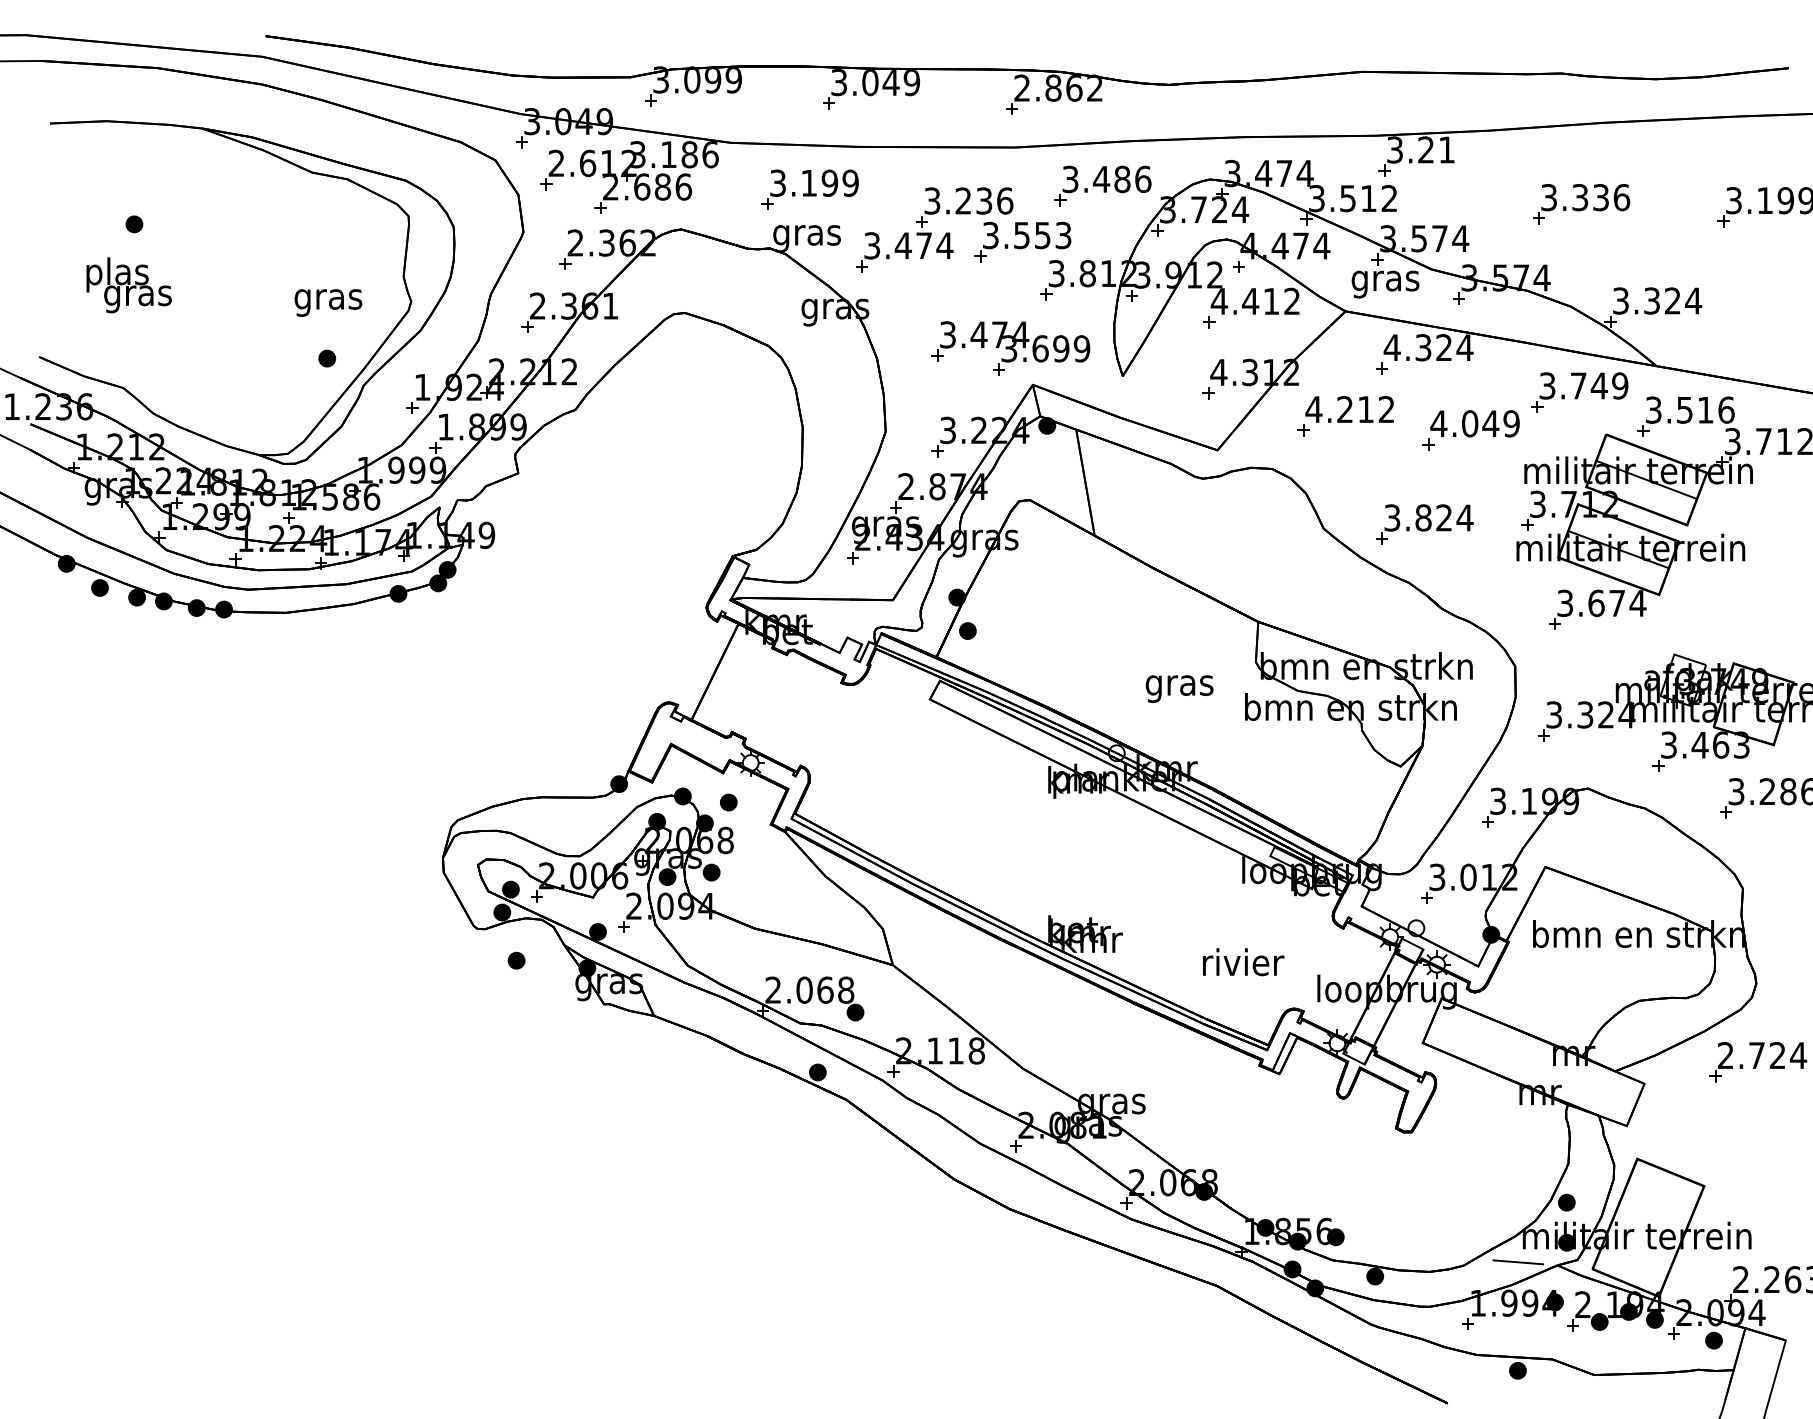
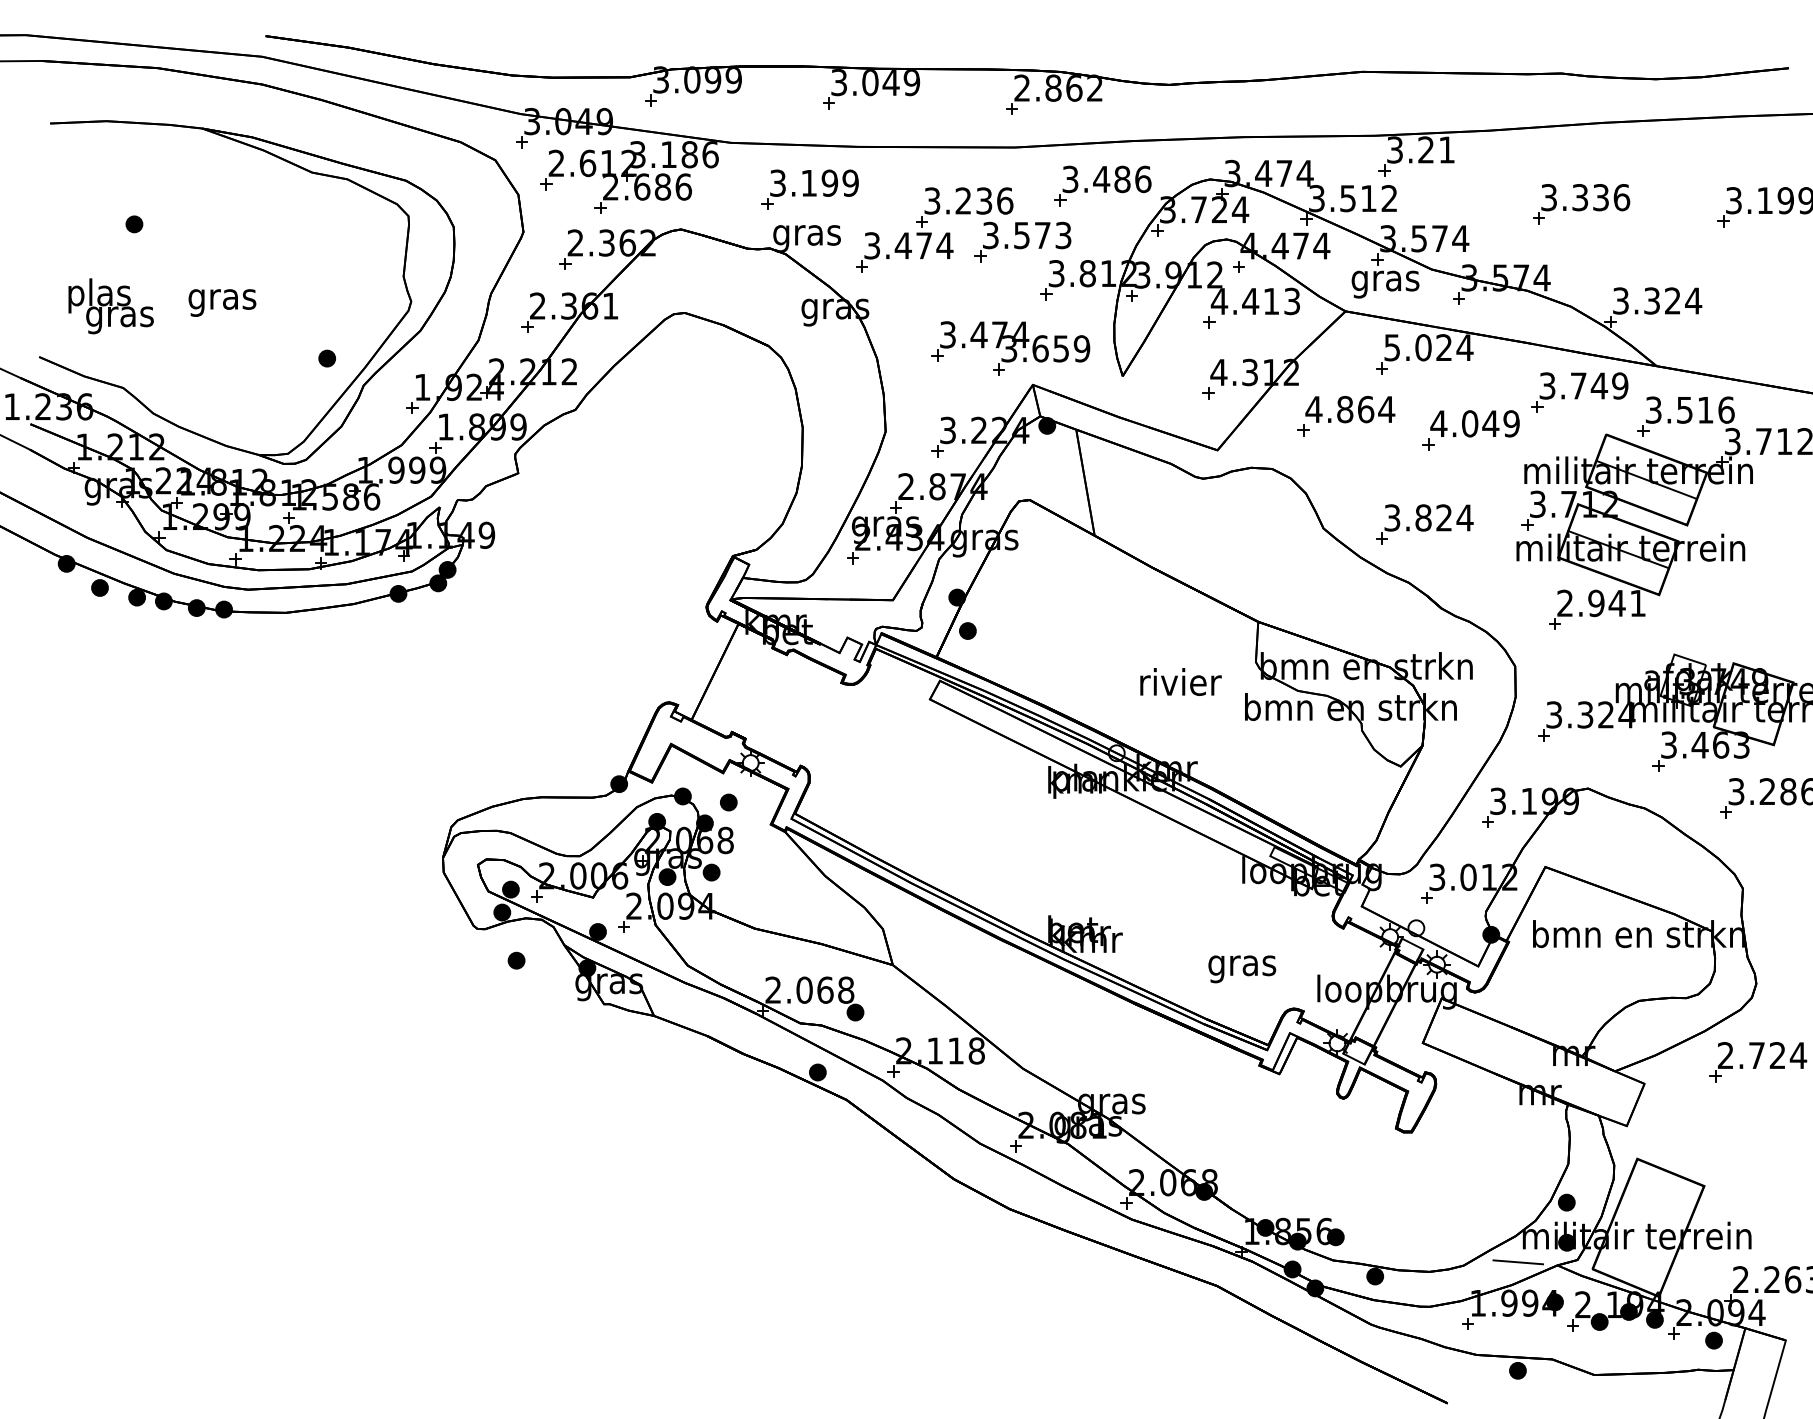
text at (1042, 235): 3.553 -> 3.573
text at (128, 285) position: (128, 285) -> (110, 306)
text at (1291, 301): 4.412 -> 4.413
text at (328, 302) position: (328, 302) -> (222, 302)
text at (1407, 347): 4.324 -> 5.024
text at (1061, 348): 3.699 -> 3.659
text at (1366, 409): 4.212 -> 4.864
text at (1601, 603): 3.674 -> 2.941
text at (1180, 685): gras -> rivier
text at (1243, 965): rivier -> gras
